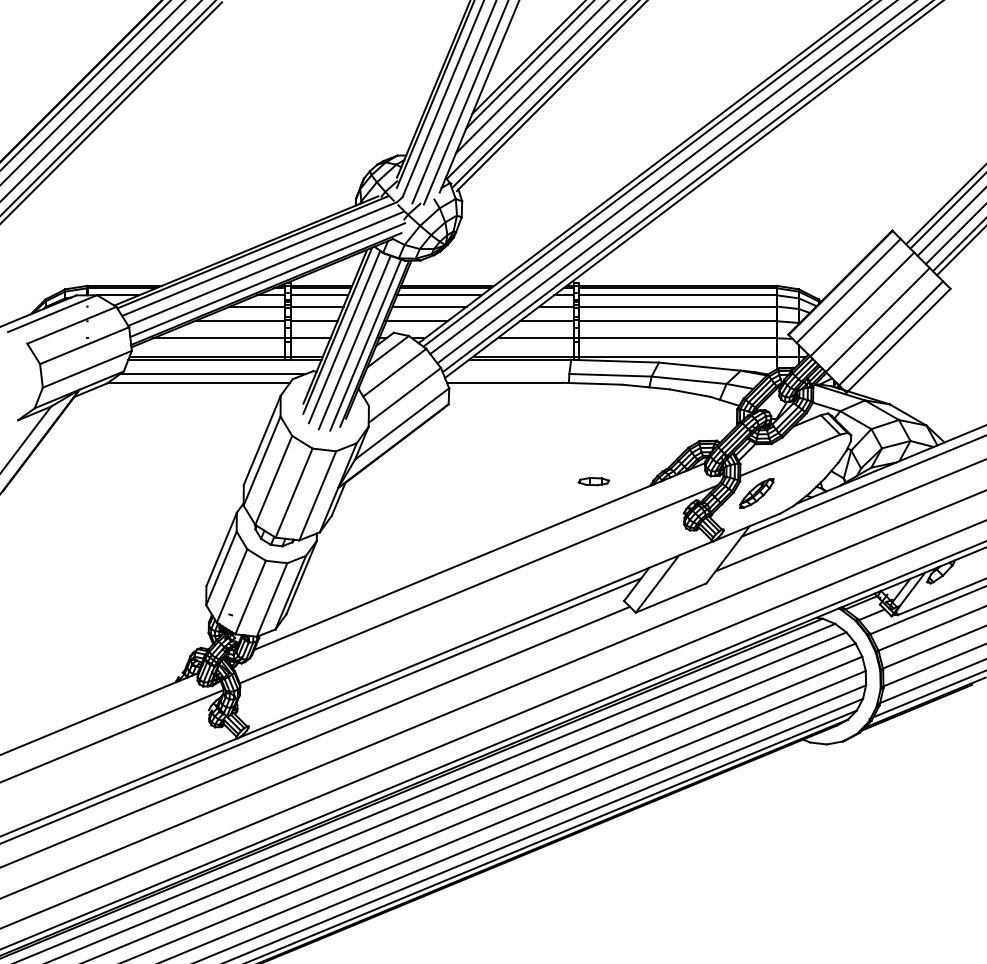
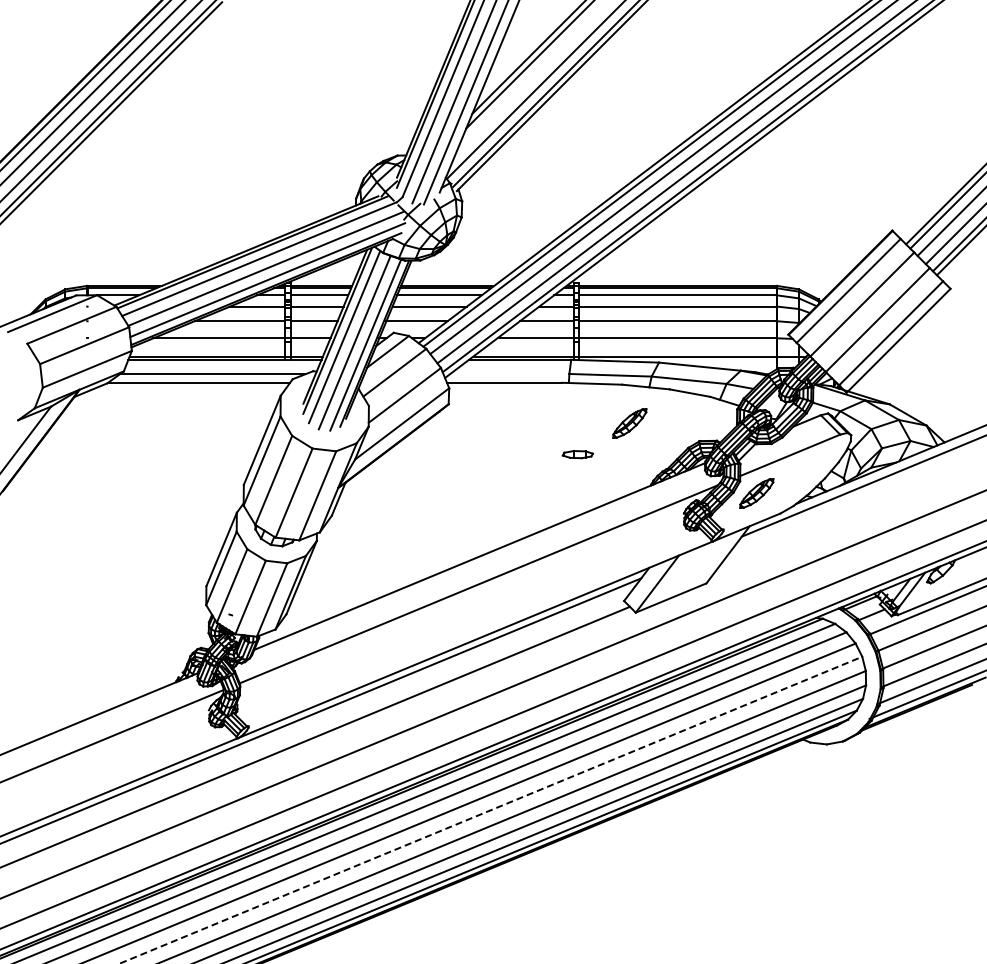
line at (531, 77): present -> none
part at (629, 423): none -> present
part at (593, 481) position: (593, 481) -> (577, 454)
line at (849, 515): present -> none
line at (490, 810): solid -> dashed
